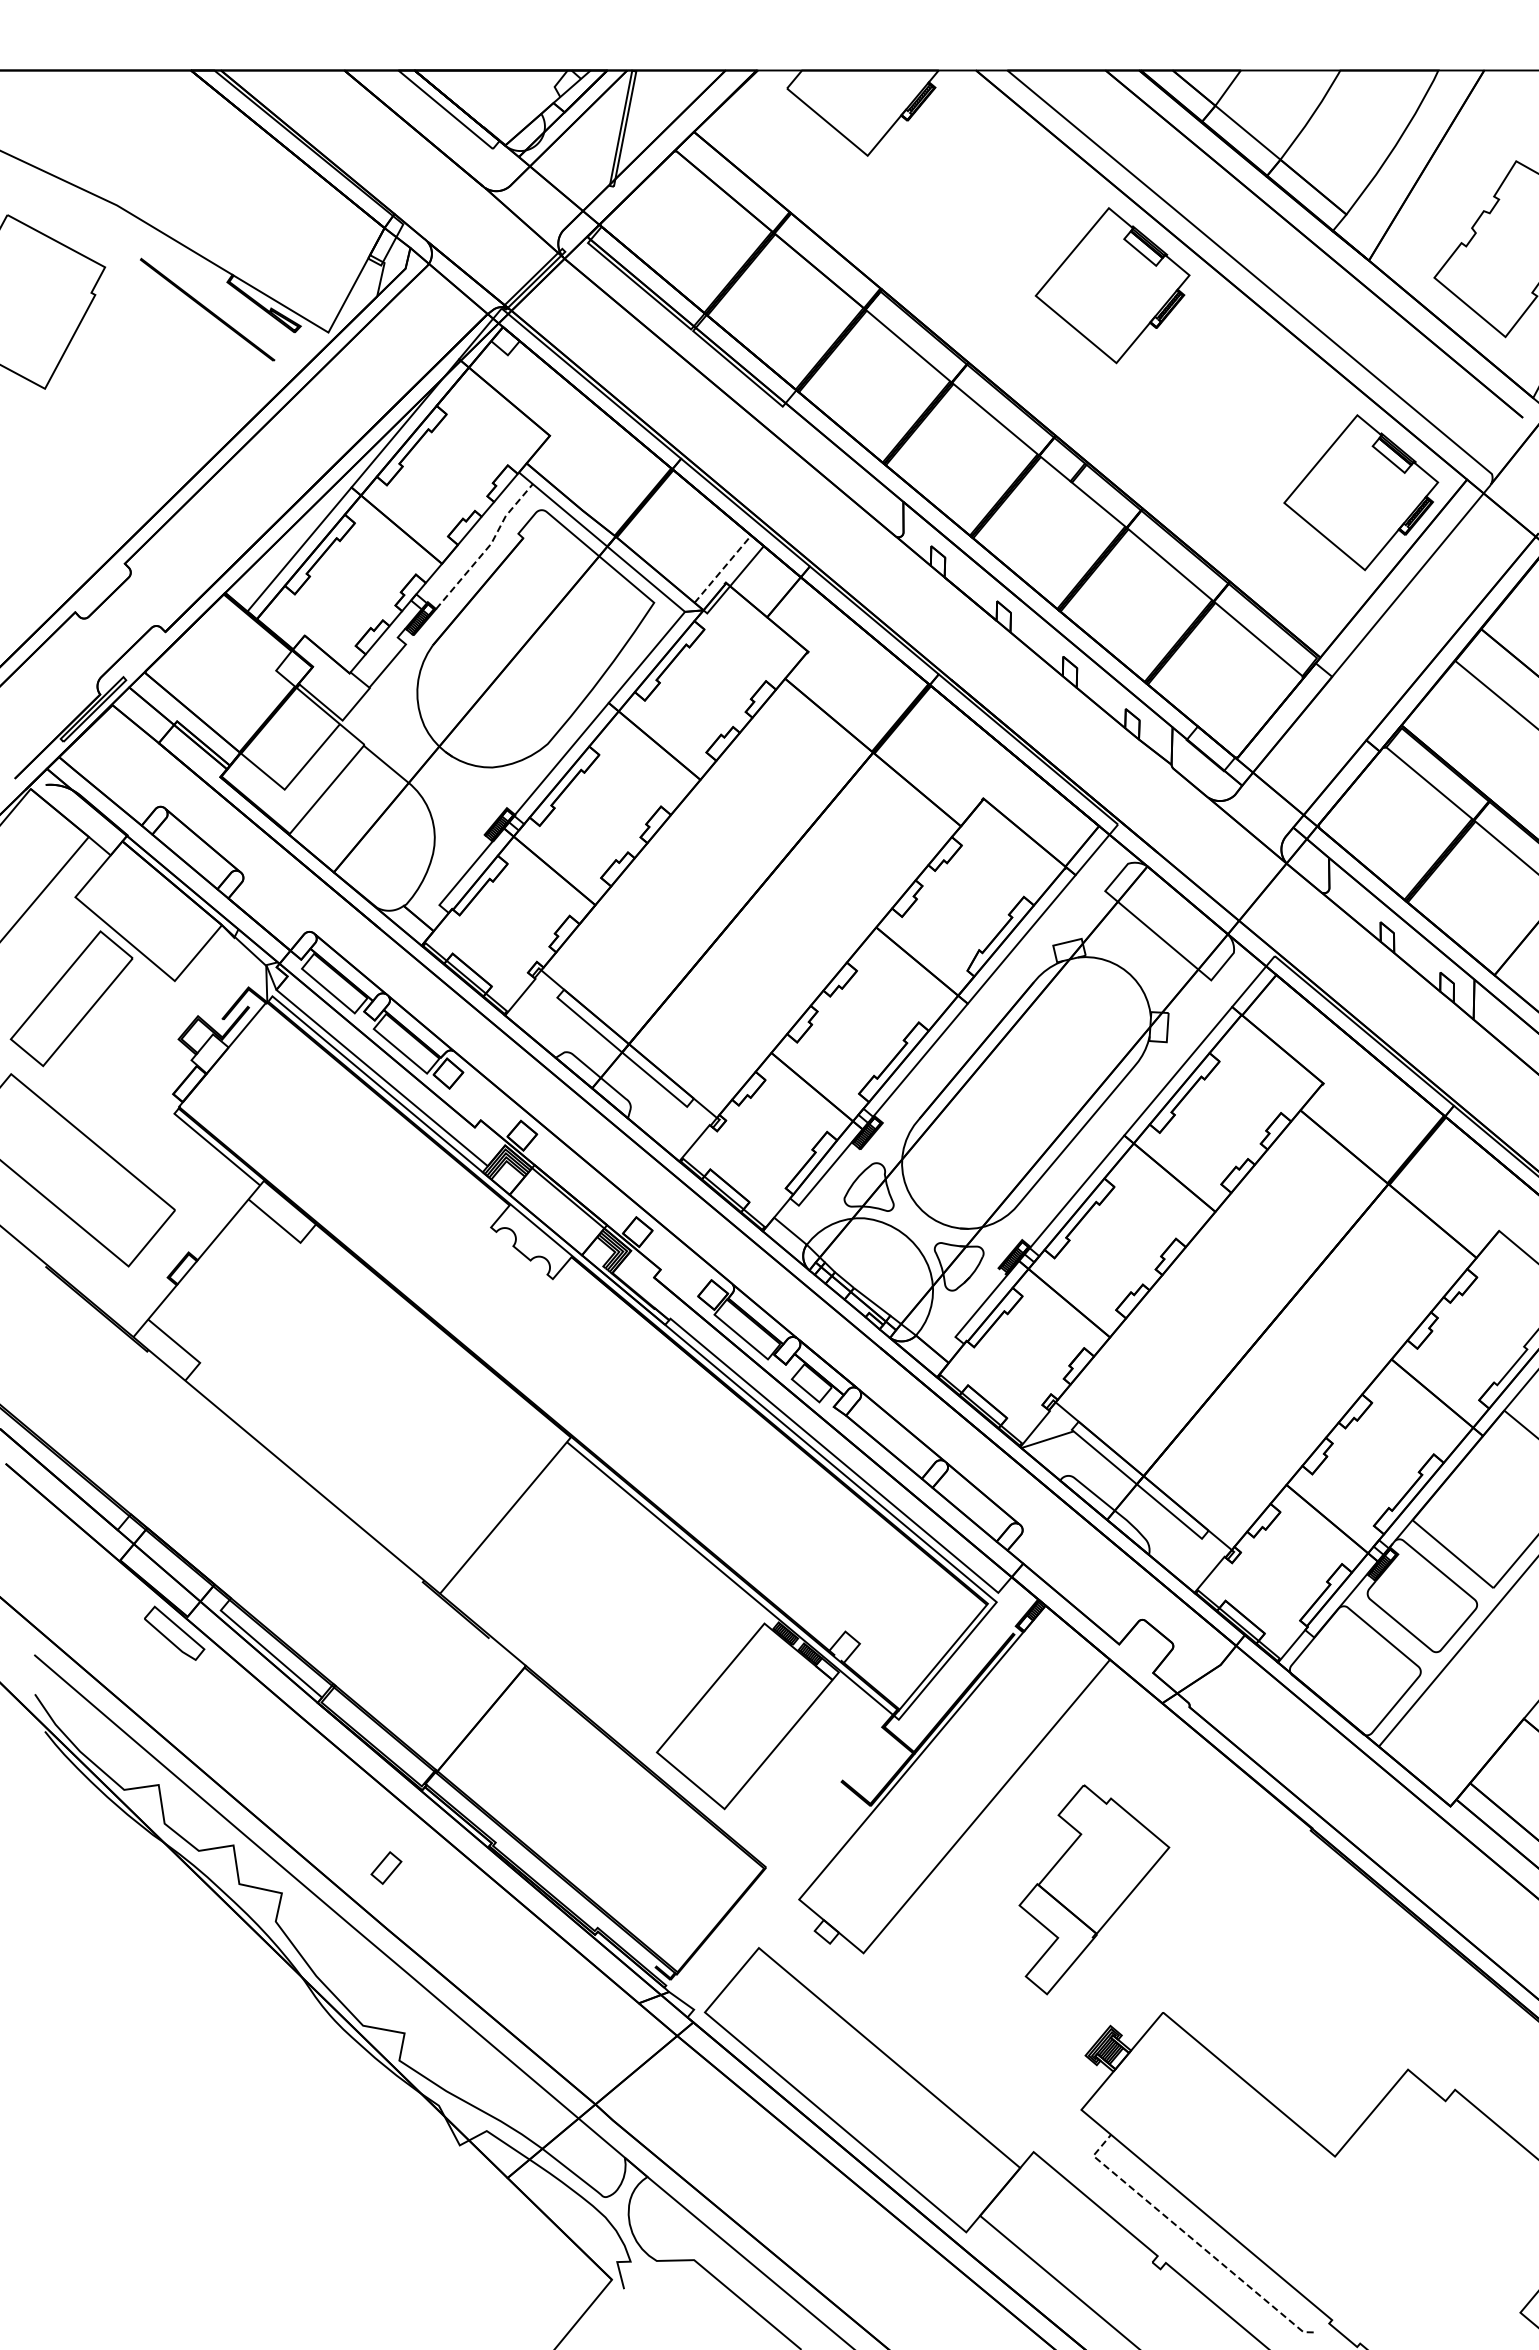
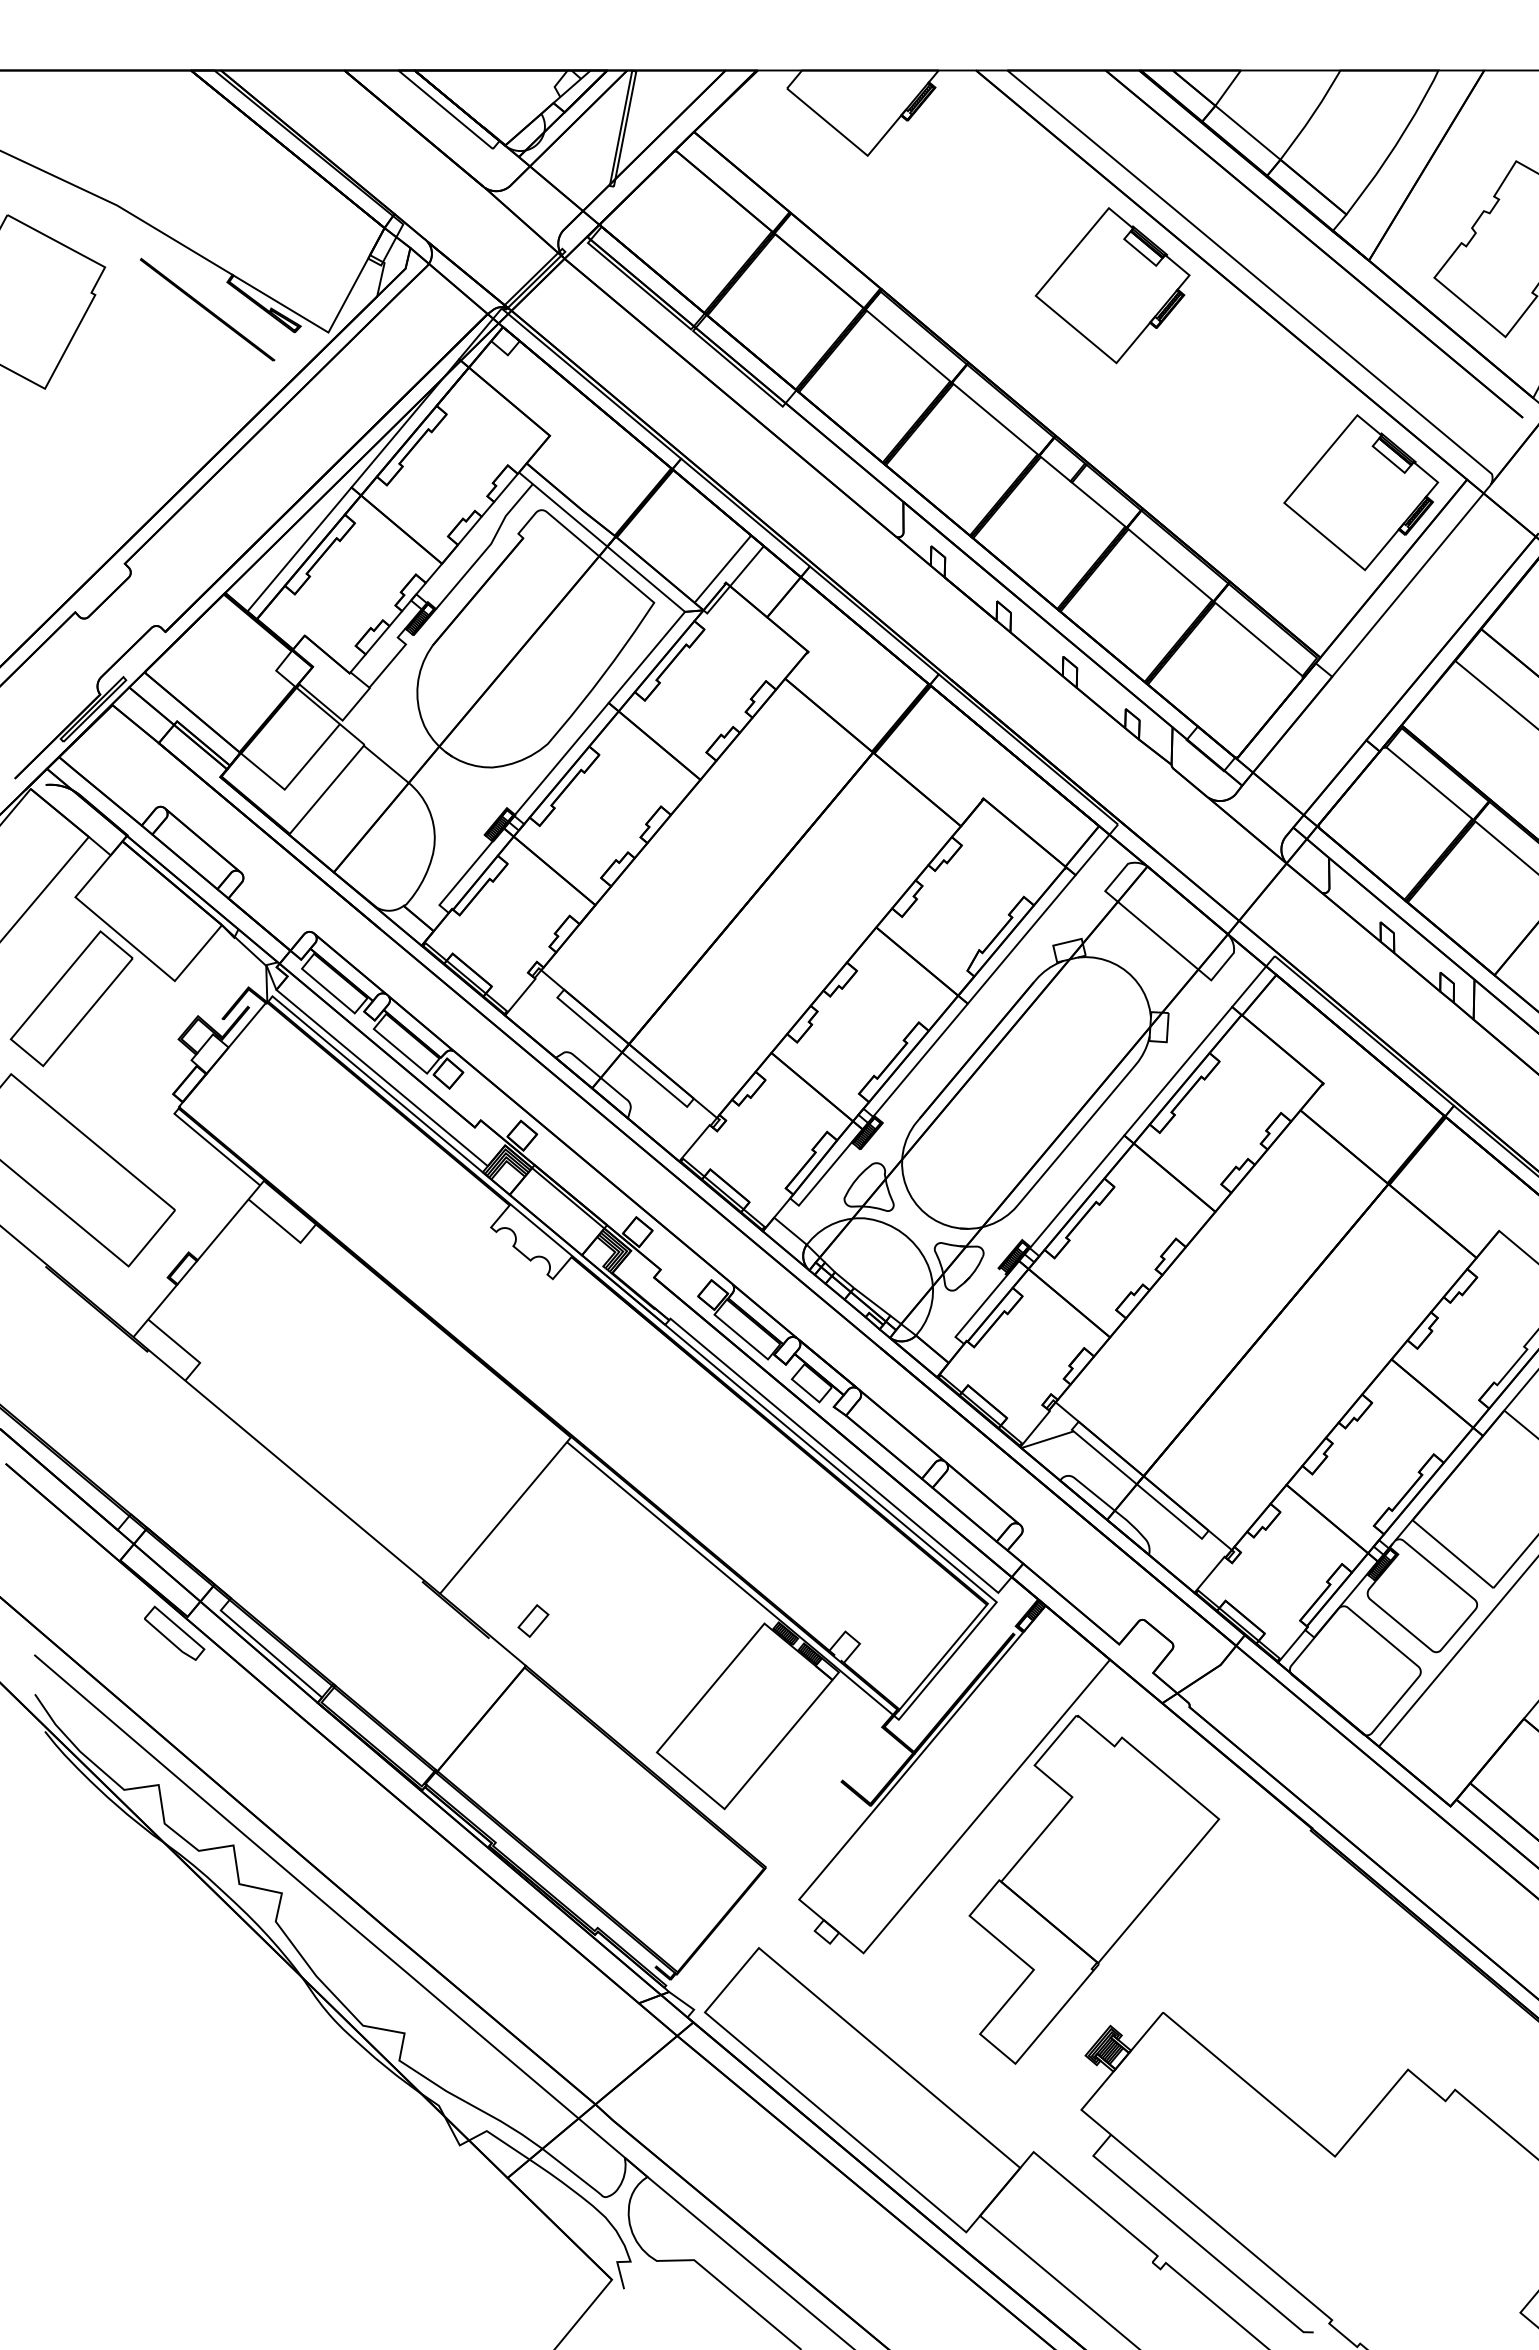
line at (488, 547): dashed -> solid
line at (722, 569): dashed -> solid
part at (386, 1867) position: (386, 1867) -> (533, 1620)
part at (1094, 1889) size: 153x212 px -> 253x350 px
line at (1191, 2238): dashed -> solid
